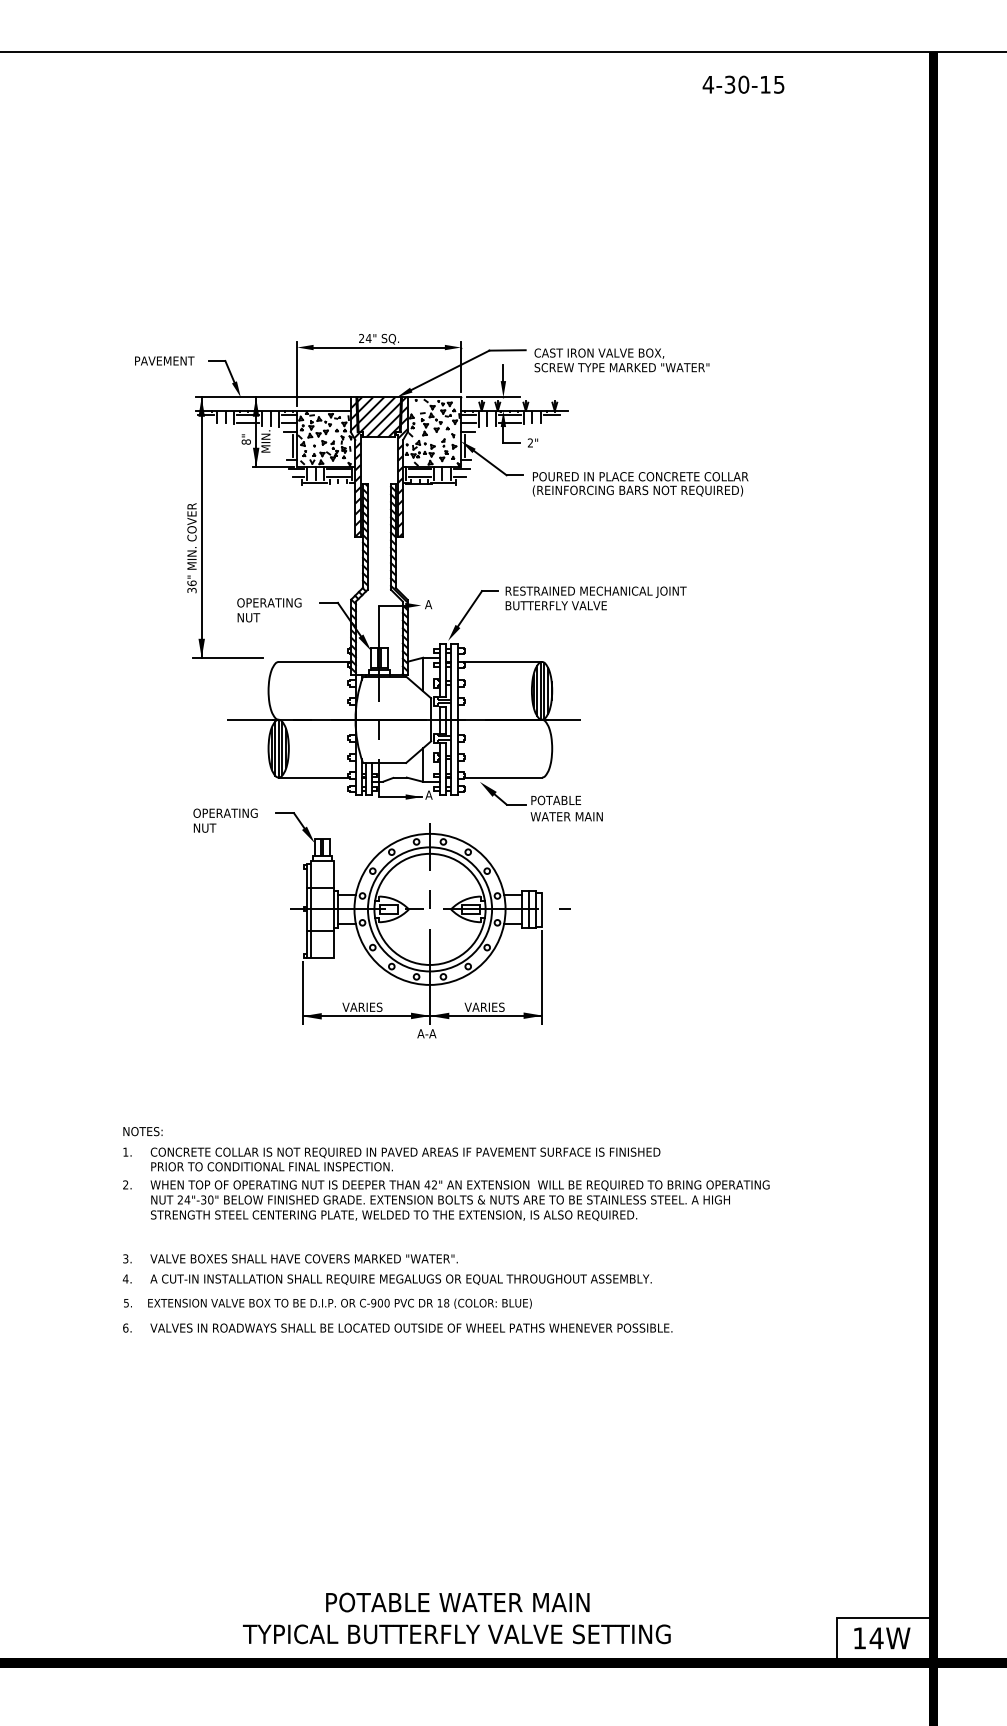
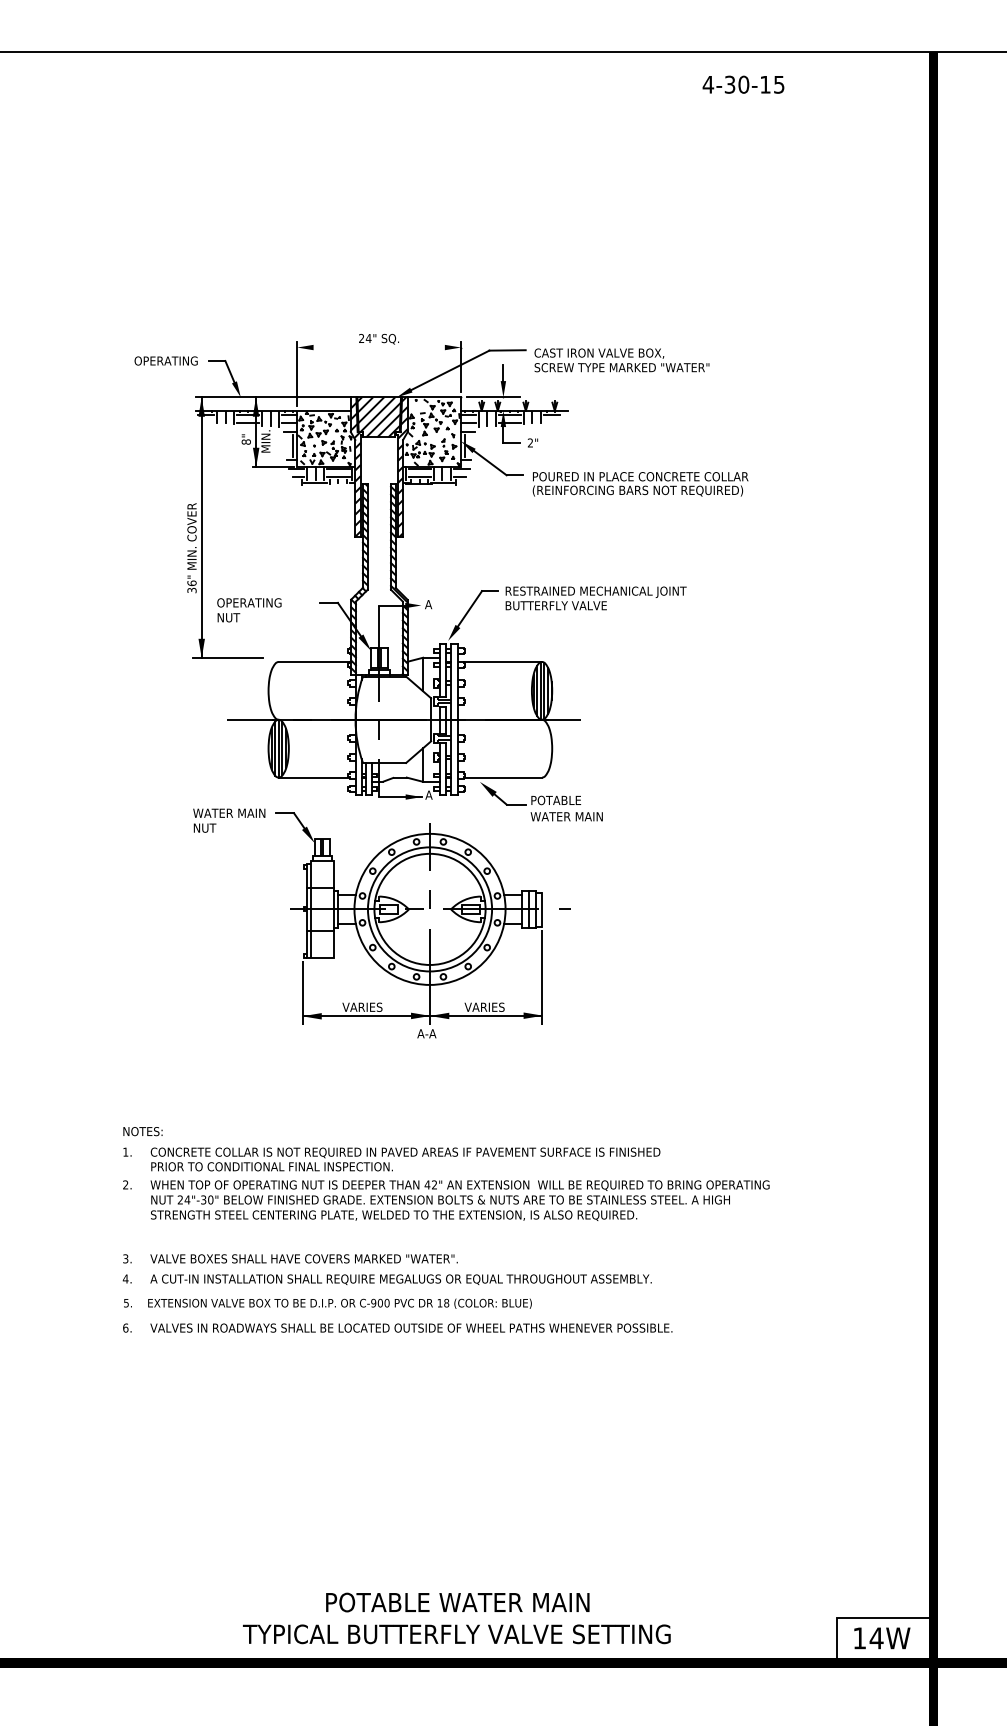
line at (378, 347): present -> none
text at (165, 360): PAVEMENT -> OPERATING
text at (269, 610) position: (269, 610) -> (249, 610)
text at (229, 812): OPERATING -> WATER MAIN
